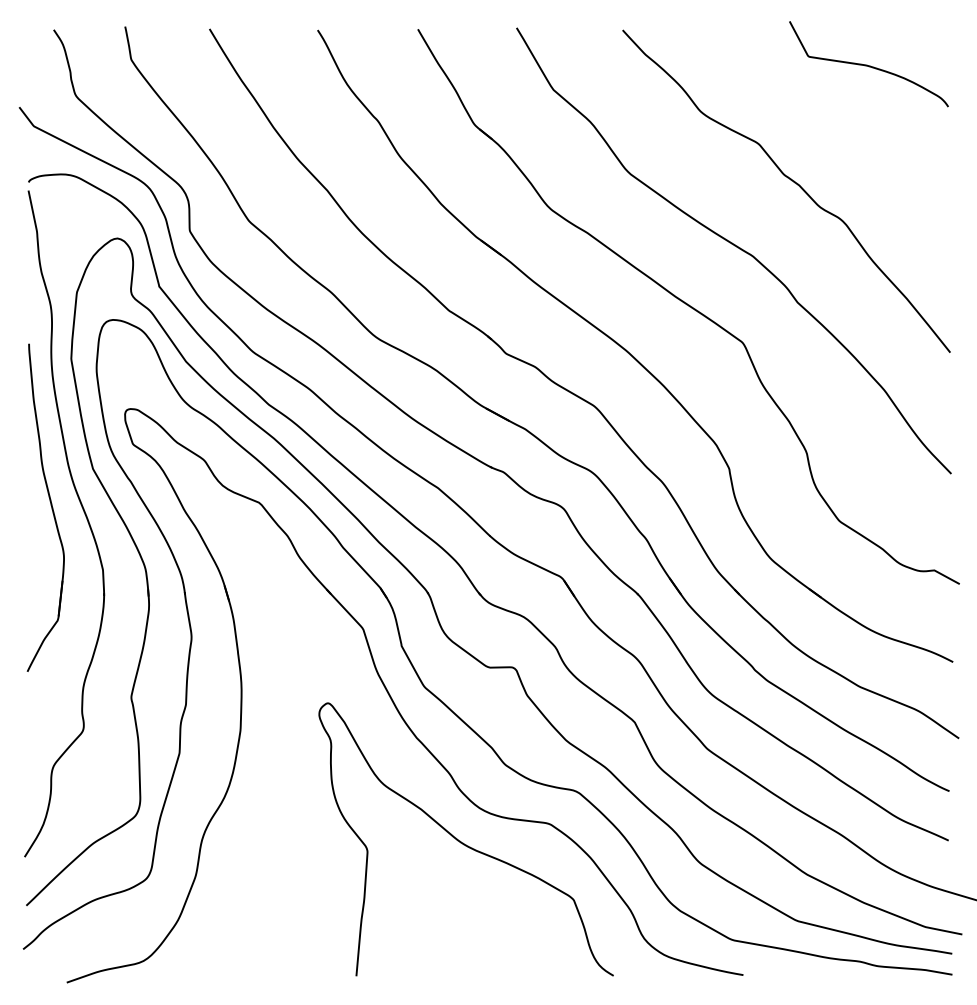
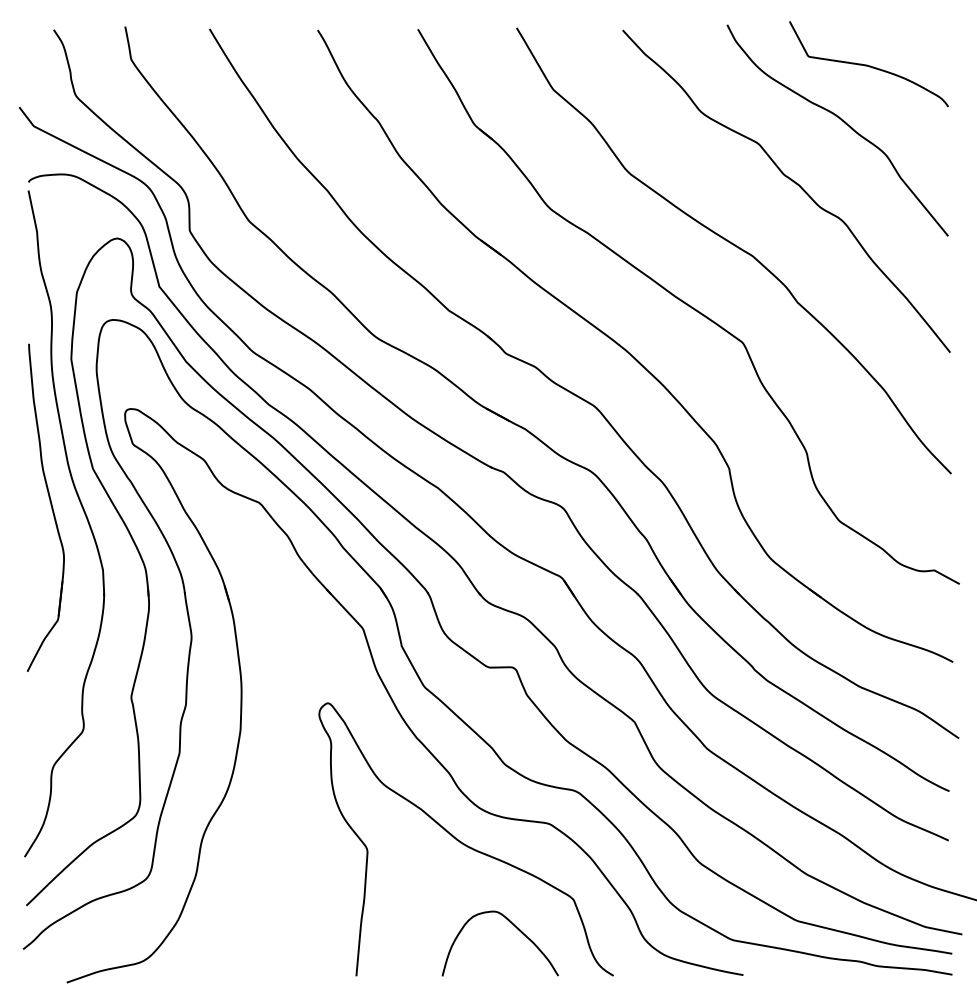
curve at (844, 123): none -> present
curve at (515, 927): none -> present
